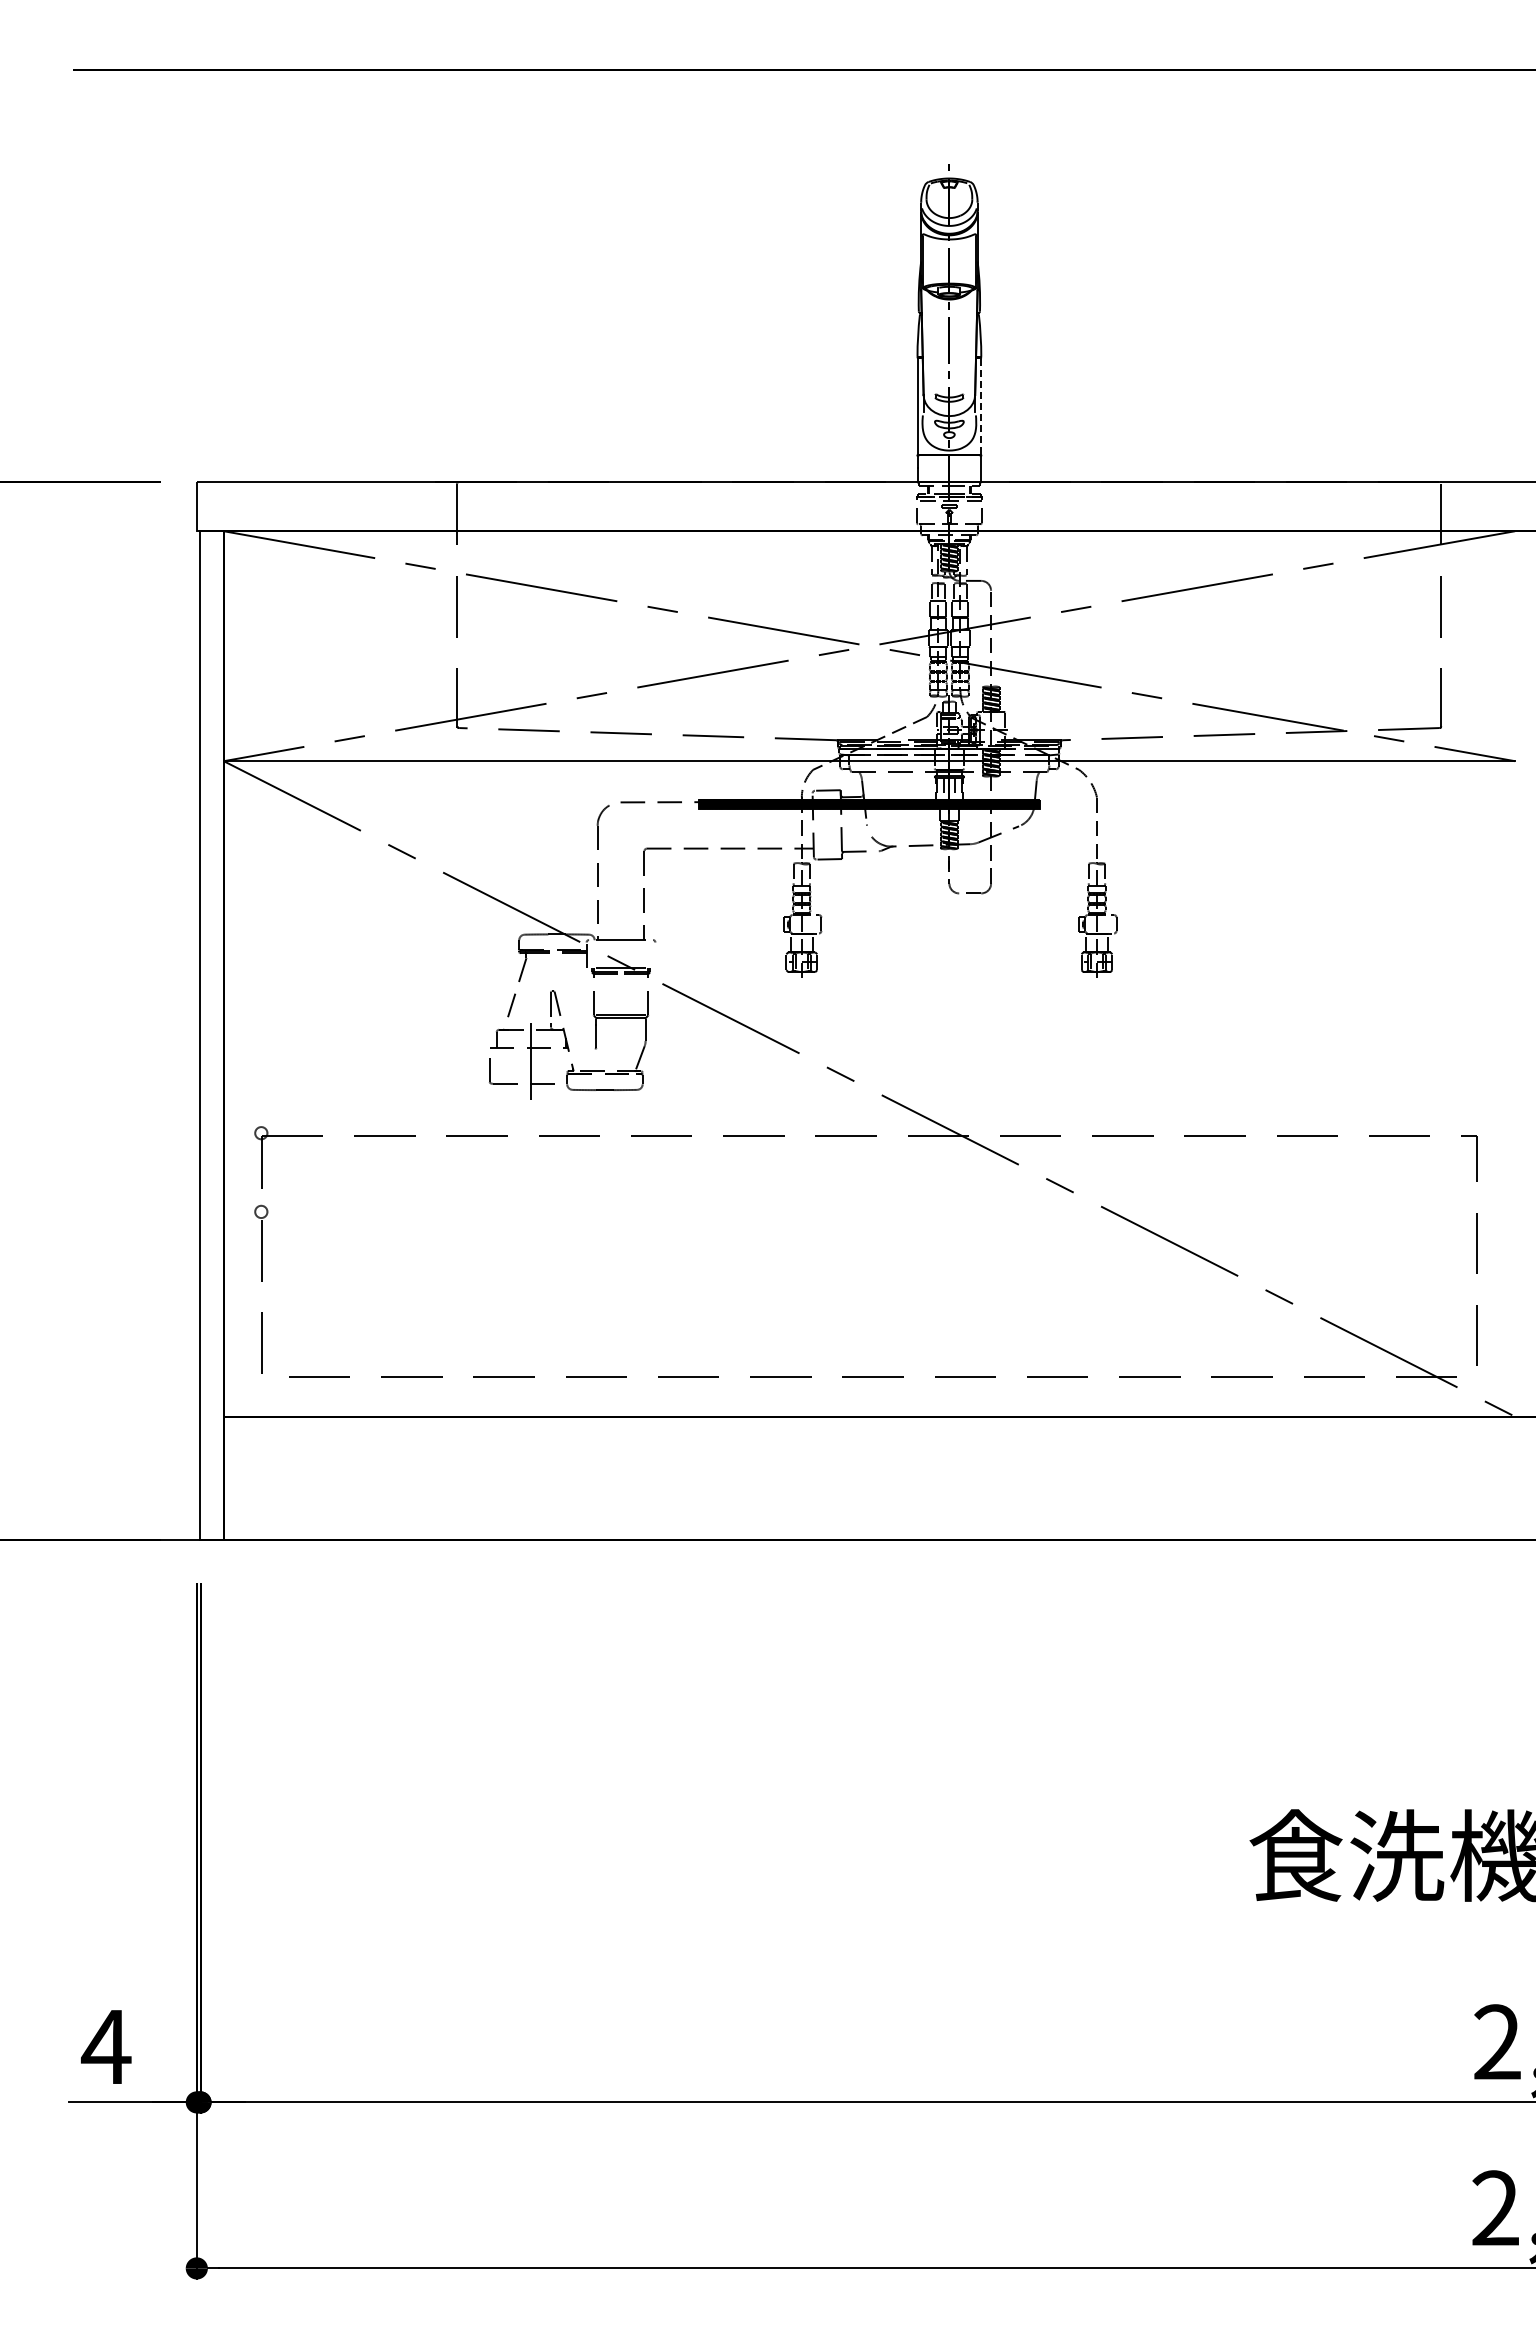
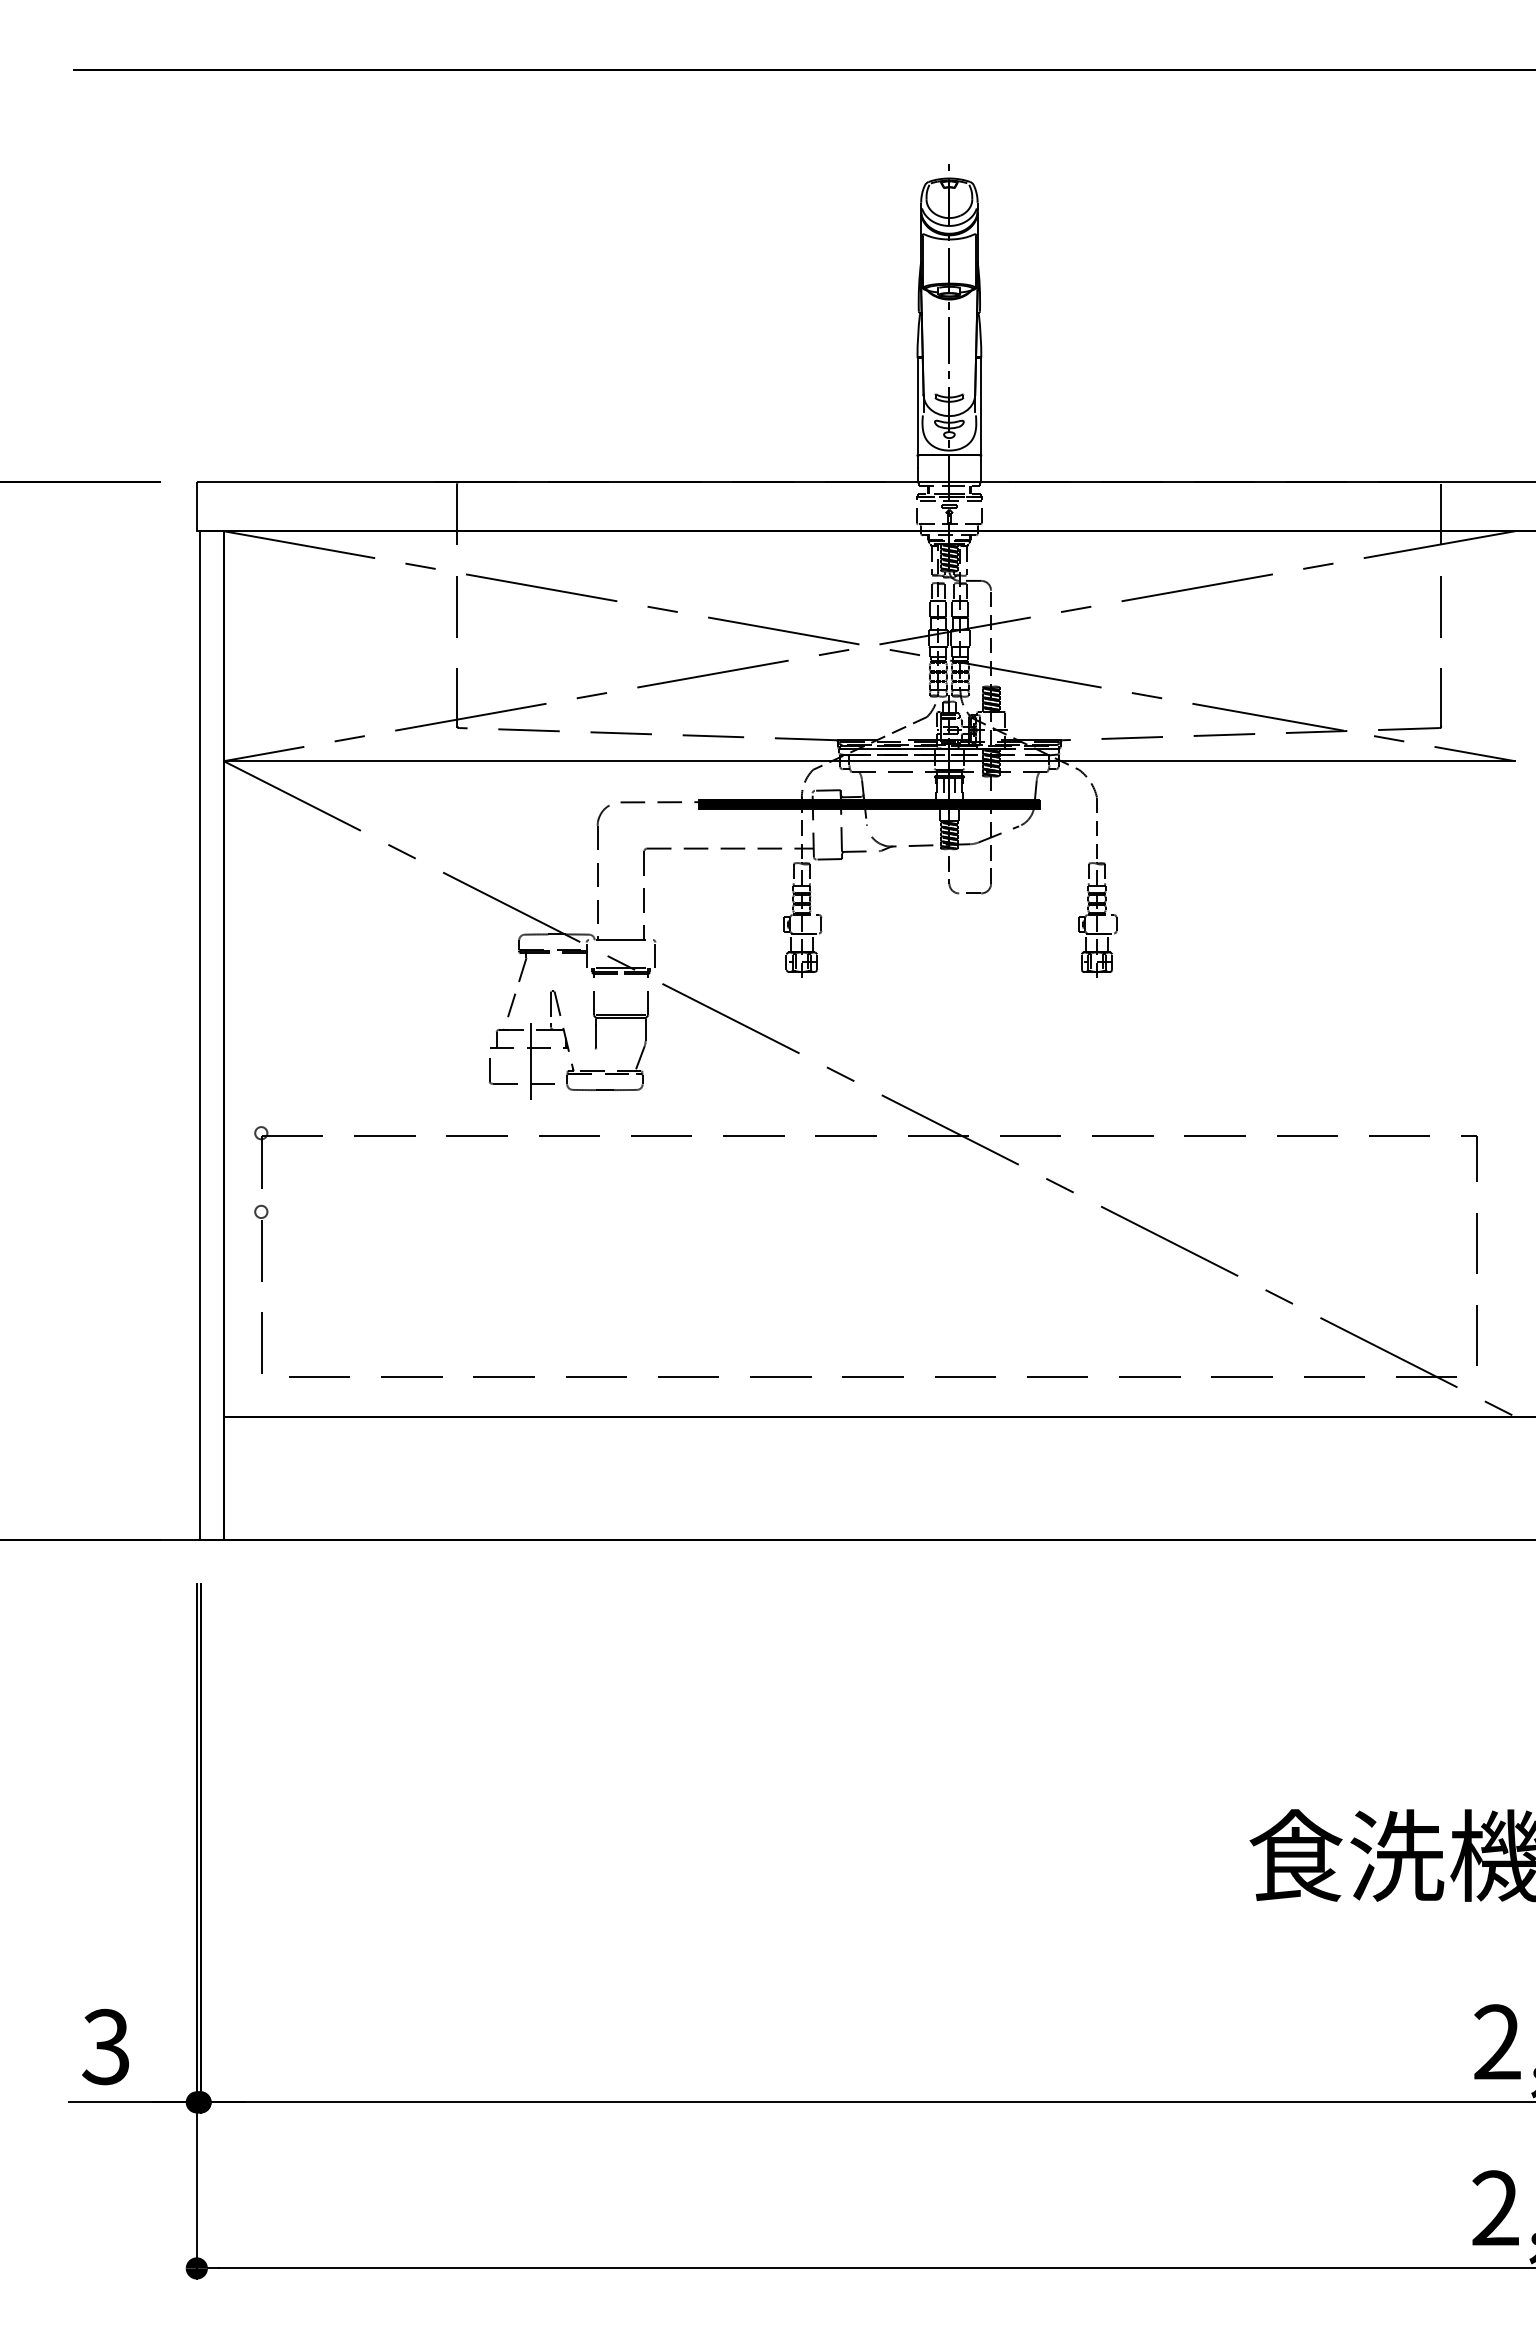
line at (981, 406): dashed -> solid
line at (655, 955): none -> present
text at (105, 2046): 4 -> 3
